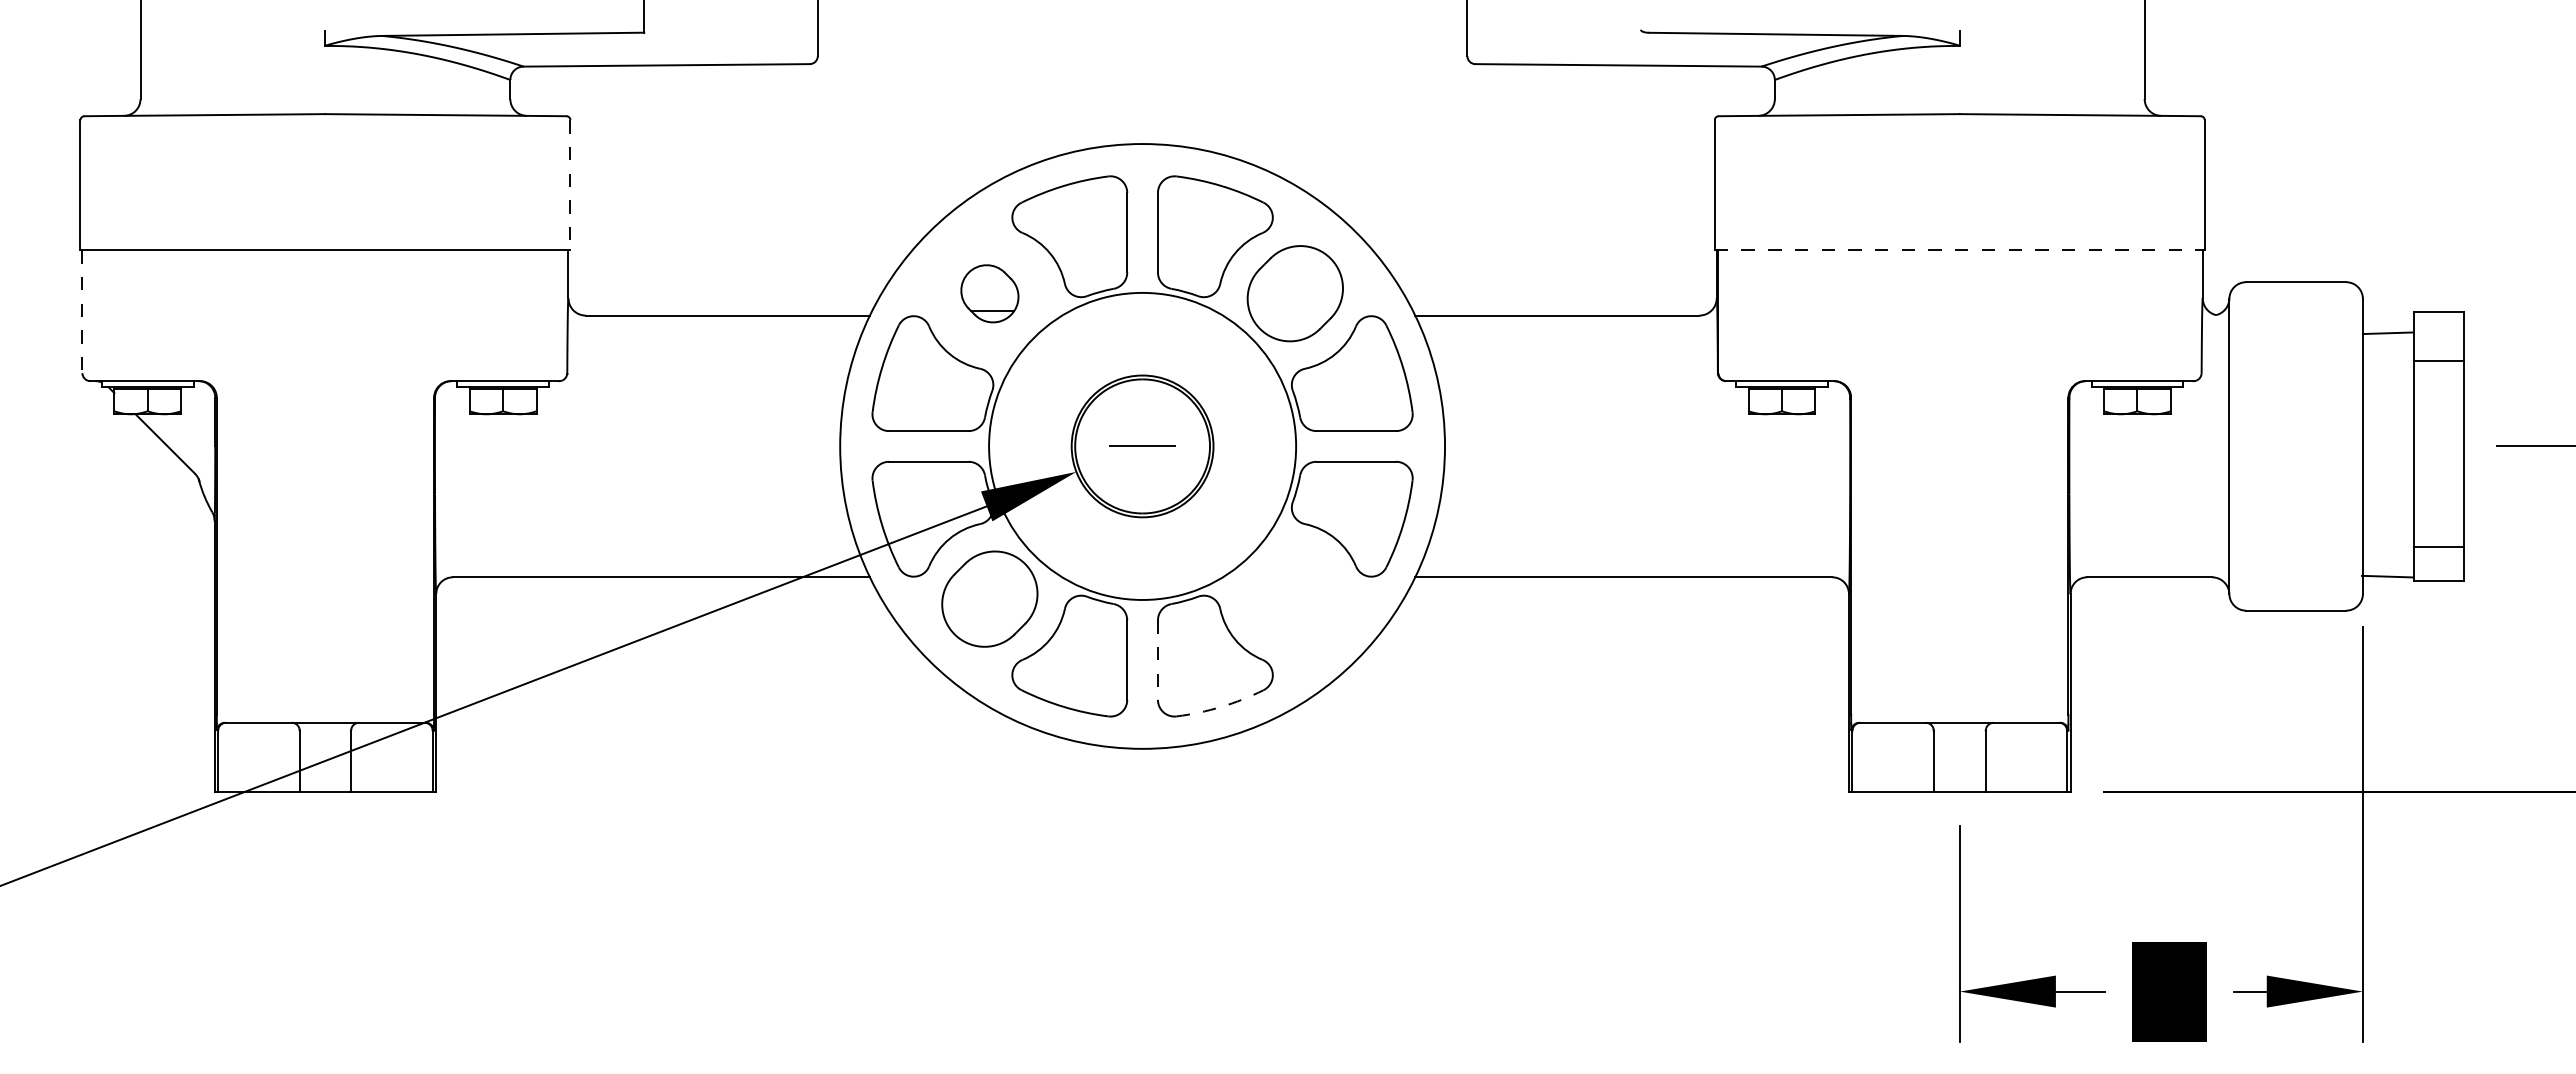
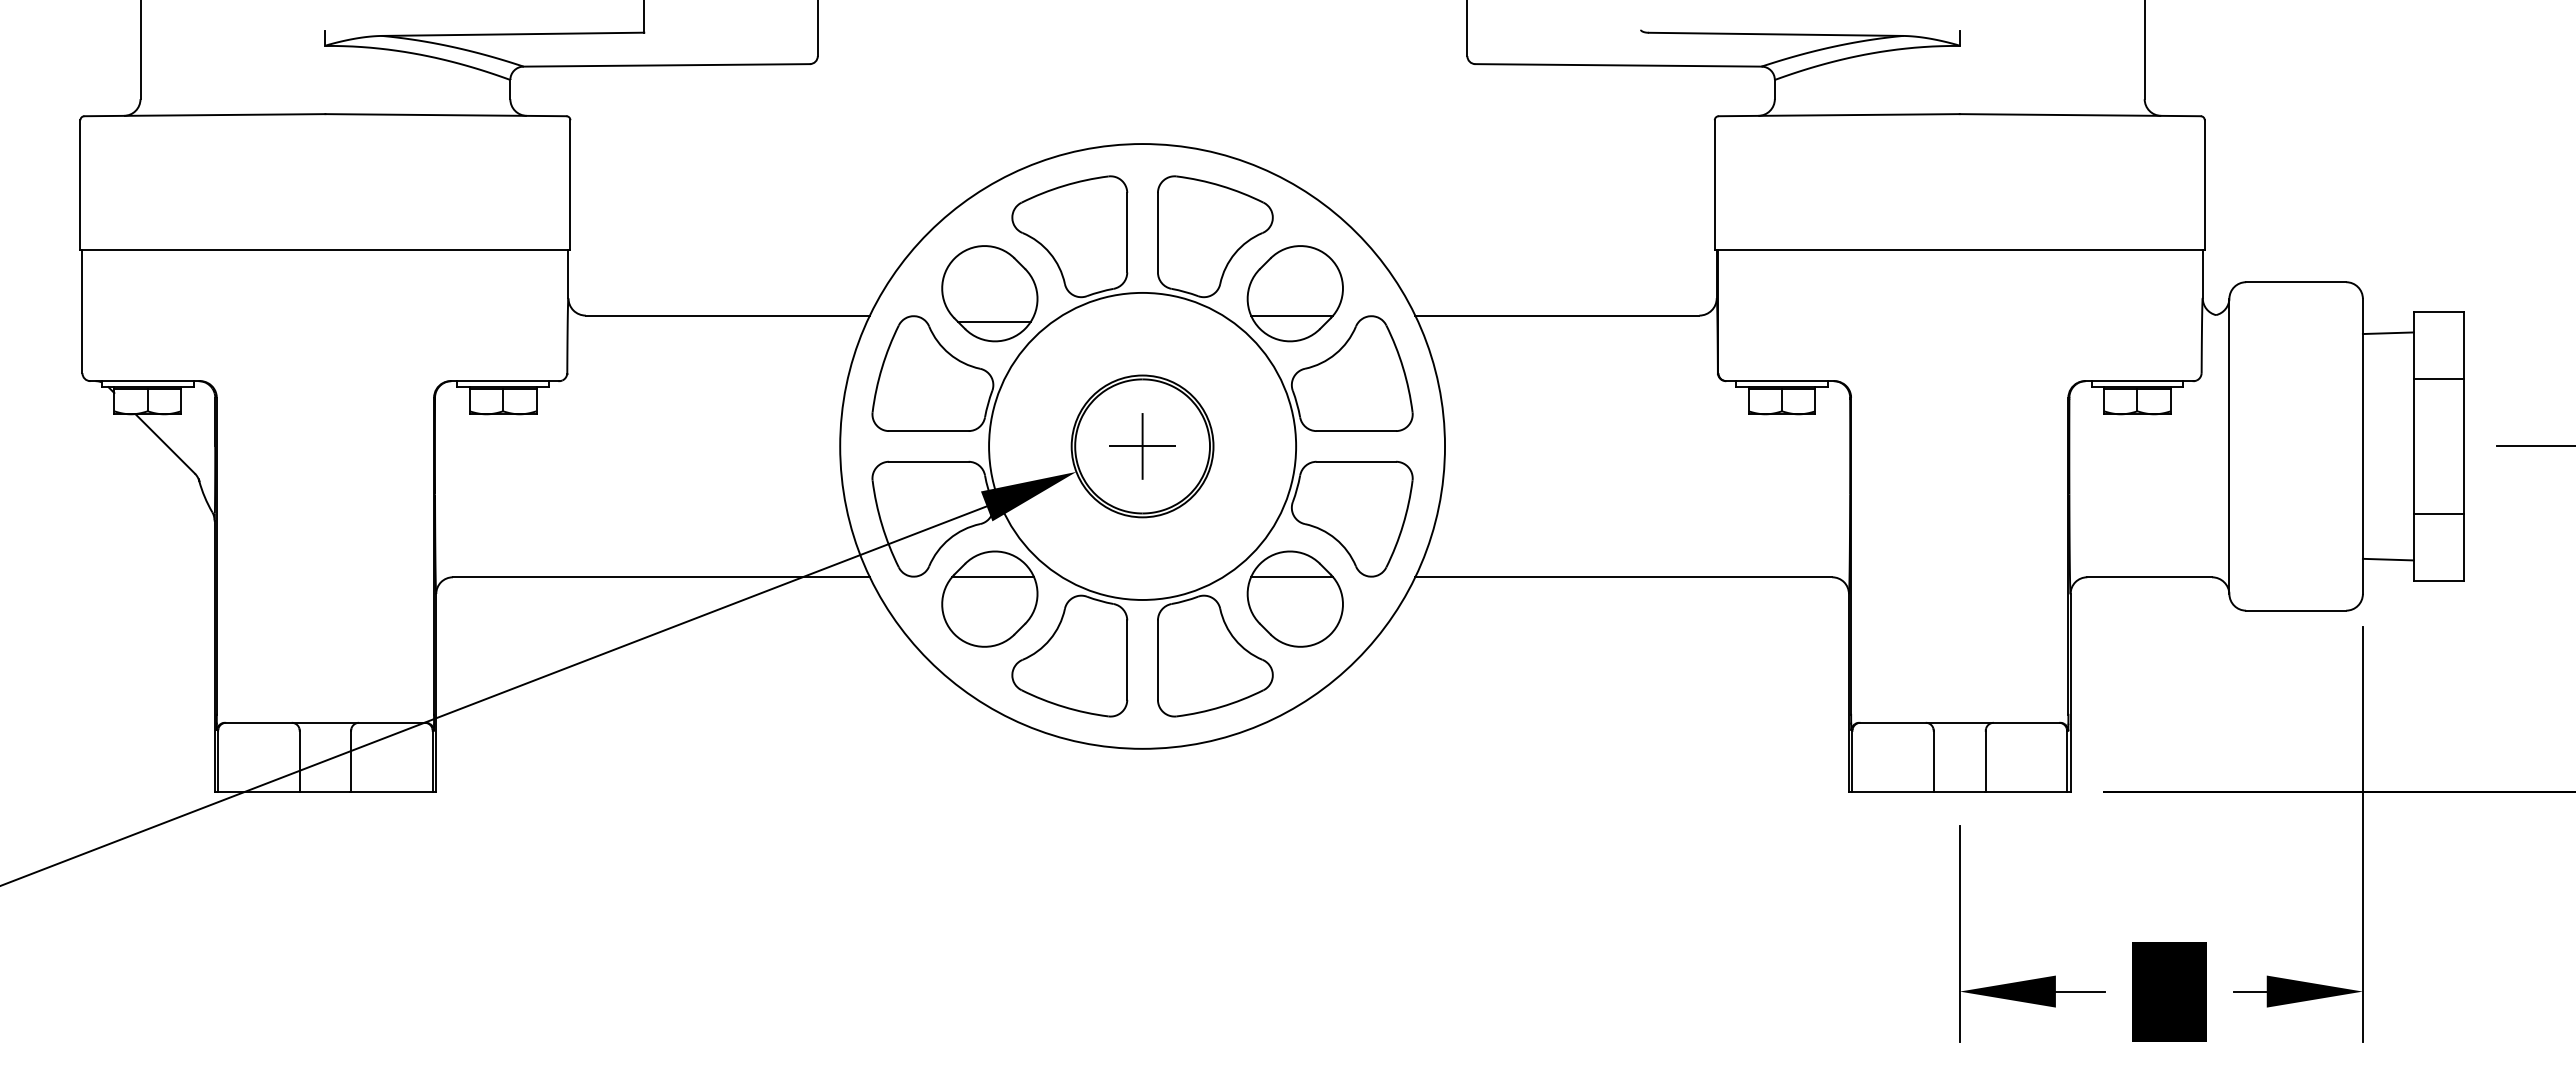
line at (570, 185): dashed -> solid
line at (1959, 250): dashed -> solid
part at (989, 293) size: 60x60 px -> 98x98 px
line at (82, 312): dashed -> solid
line at (1292, 315): none -> present
line at (2438, 360) position: (2438, 360) -> (2438, 378)
line at (1142, 446): none -> present
line at (2438, 546) position: (2438, 546) -> (2438, 513)
line at (2386, 576) position: (2386, 576) -> (2387, 559)
line at (993, 577): none -> present
part at (1294, 598): none -> present
line at (1157, 660): dashed -> solid
arc at (1221, 706): dashed -> solid
